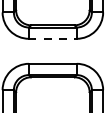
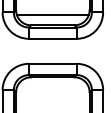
line at (52, 14): none -> present
line at (52, 38): dashed -> solid
